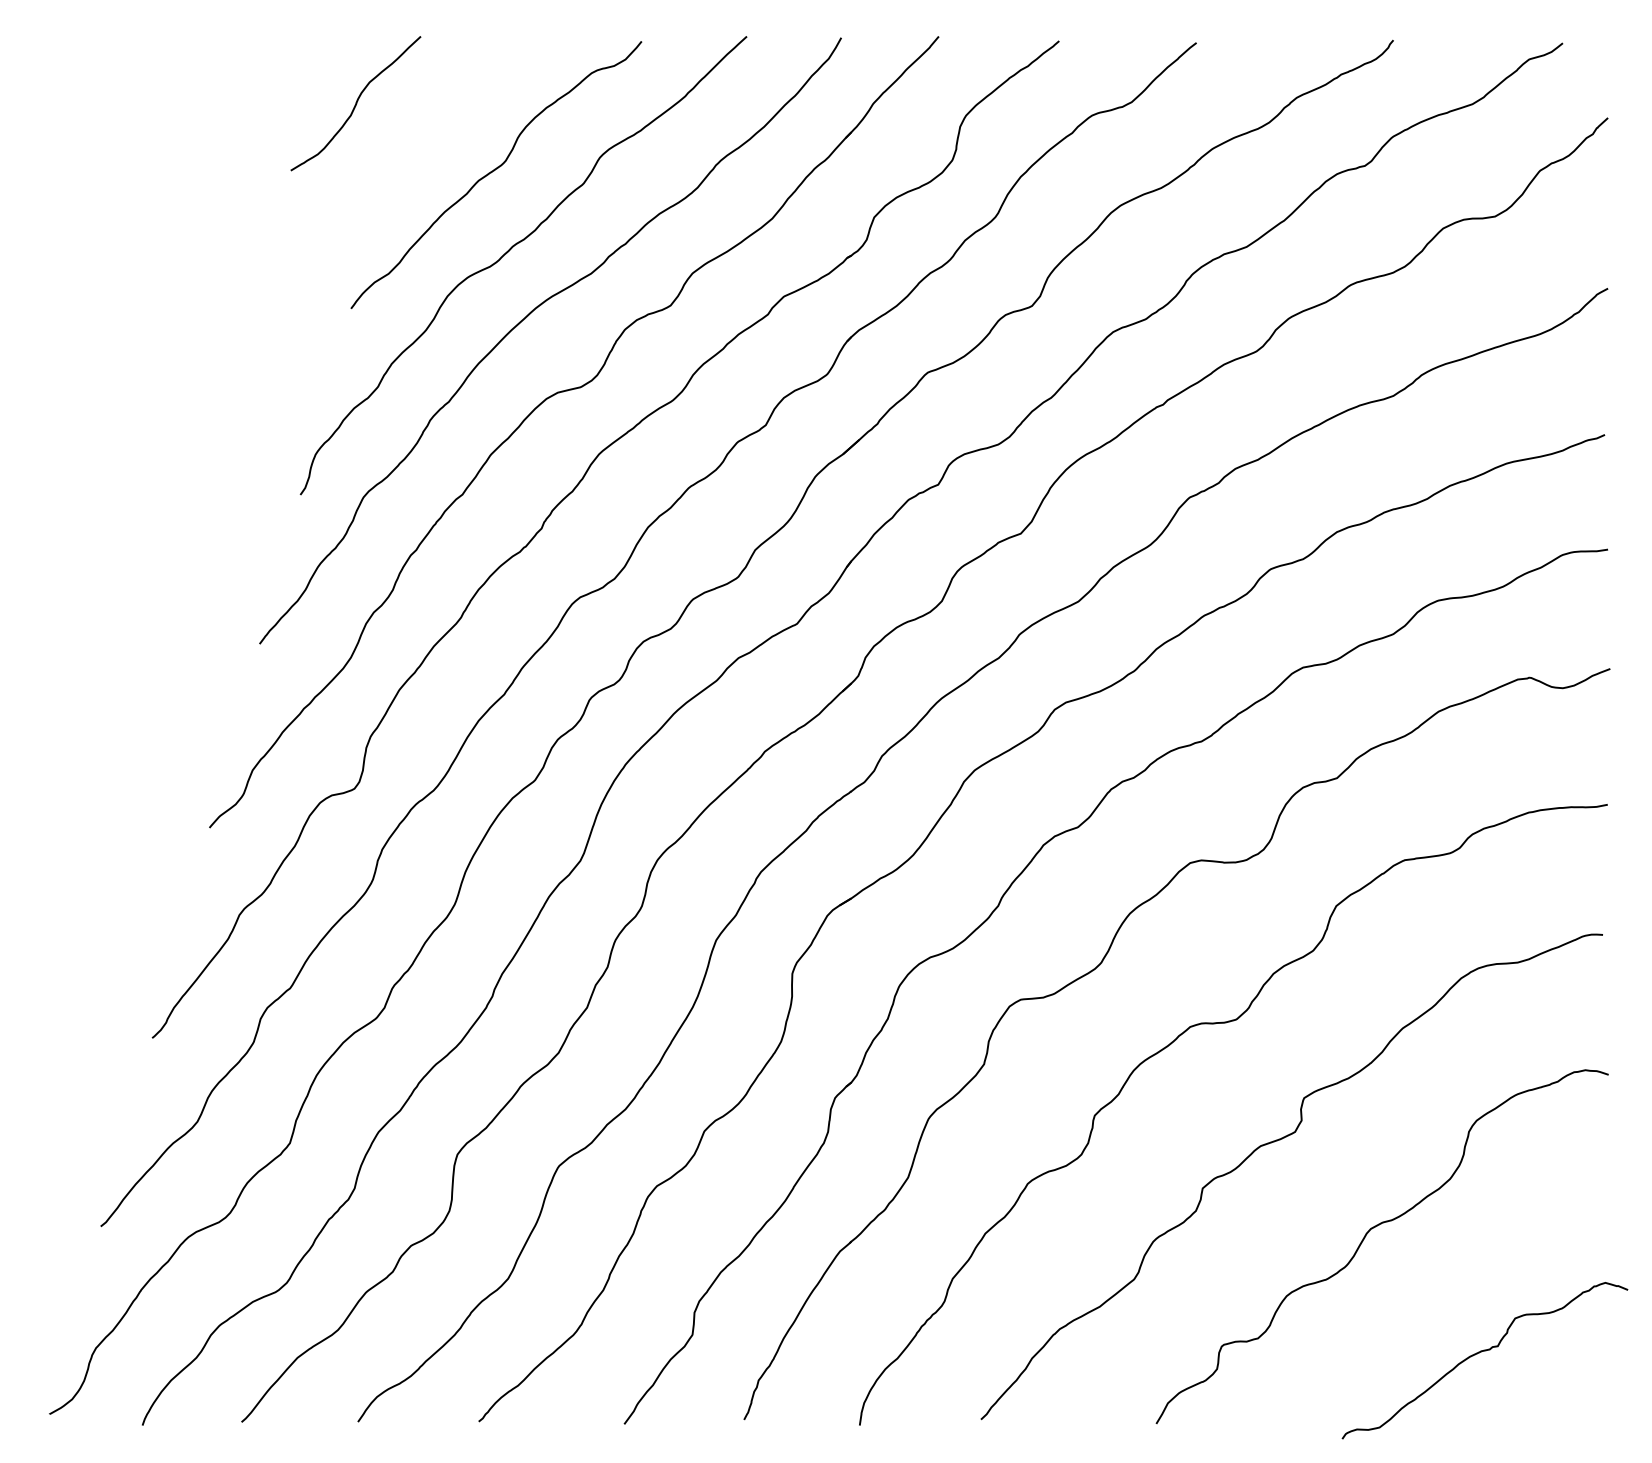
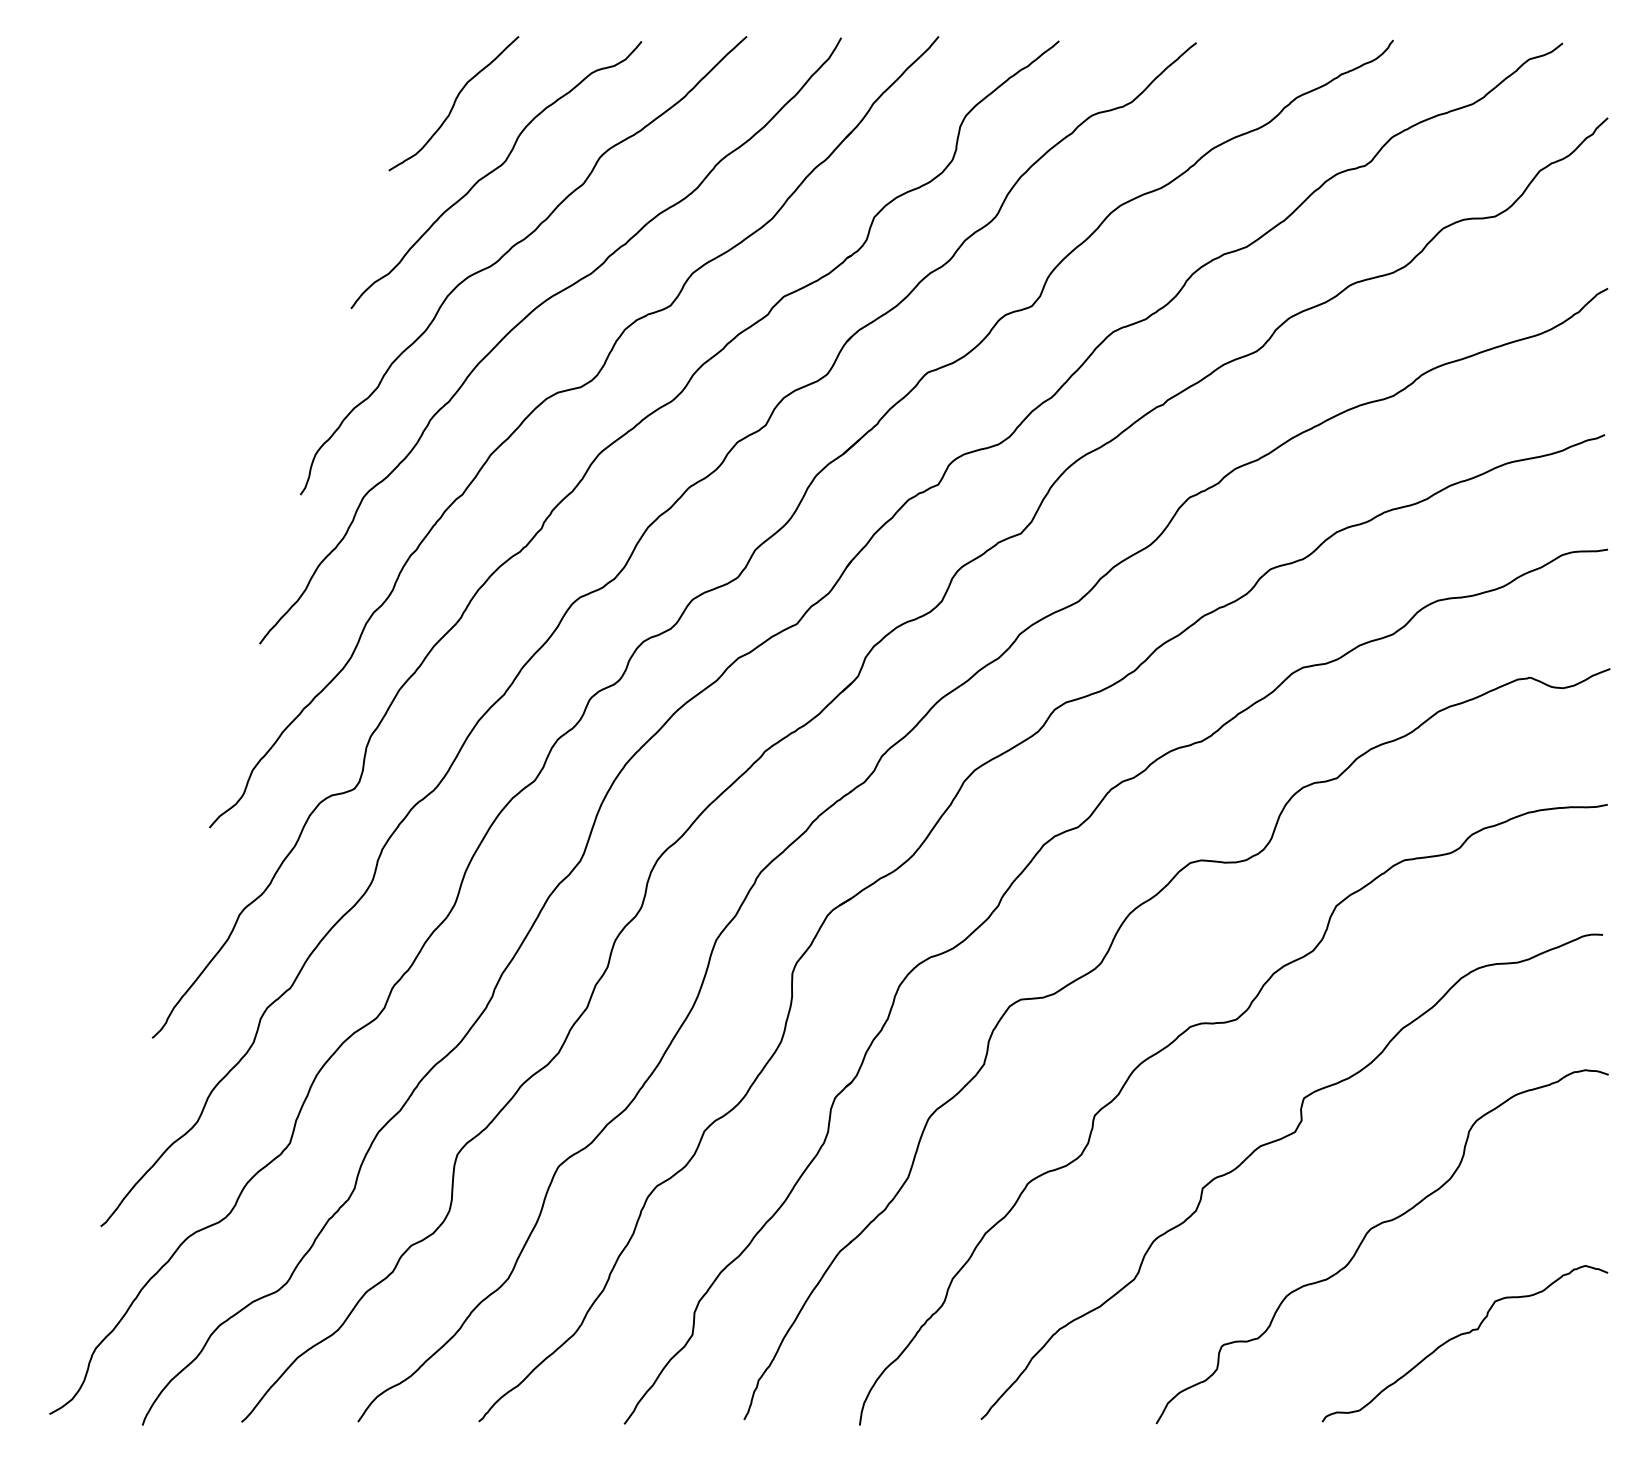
curve at (355, 103) position: (355, 103) -> (453, 103)
curve at (1481, 1352) position: (1481, 1352) -> (1461, 1335)
